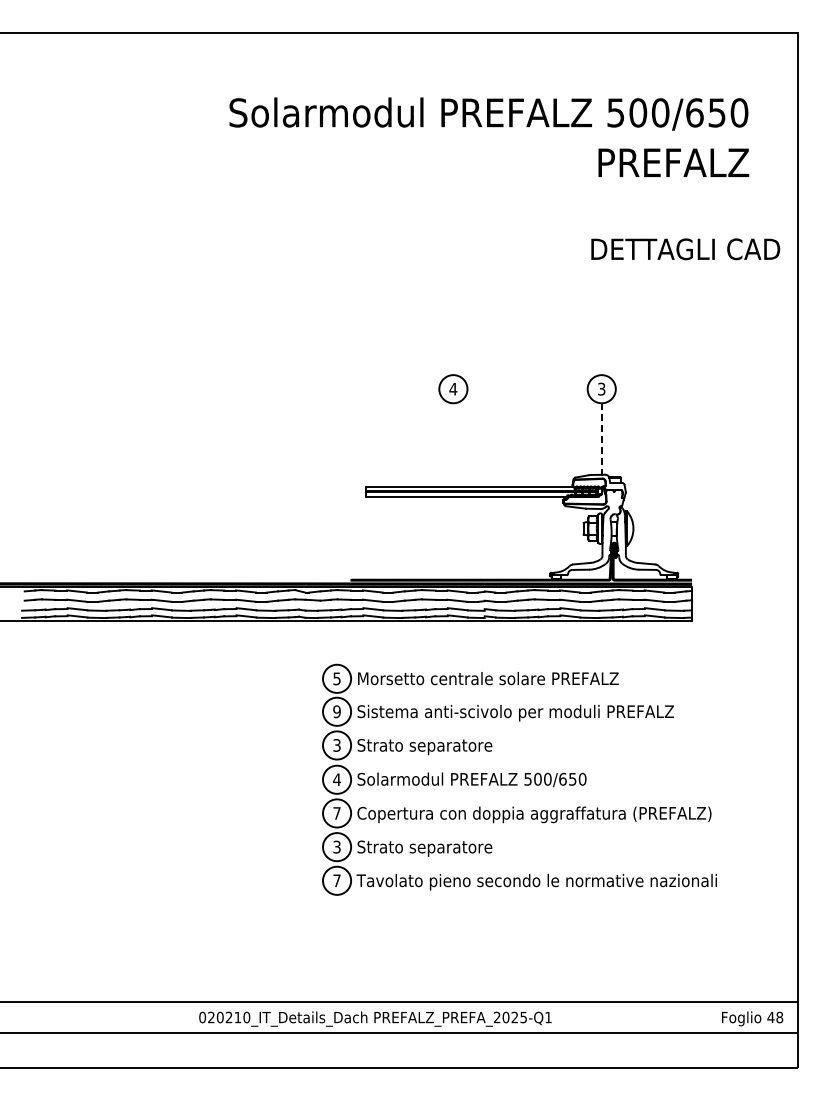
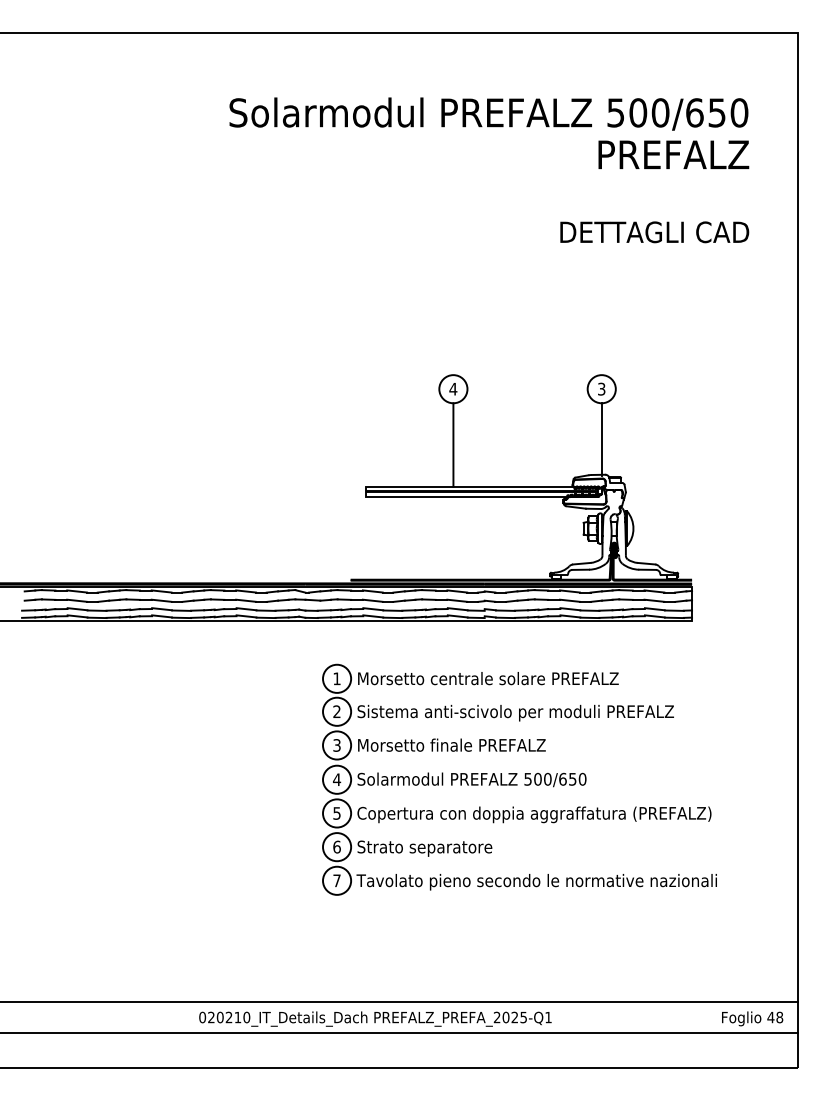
text at (673, 162) position: (673, 162) -> (673, 154)
text at (685, 249) position: (685, 249) -> (654, 232)
line at (601, 439): dashed -> solid
line at (453, 444): none -> present
text at (336, 678): 5 -> 1
text at (336, 711): 9 -> 2
text at (451, 746): Strato separatore -> Morsetto finale PREFALZ
text at (336, 813): 7 -> 5
text at (336, 846): 3 -> 6
